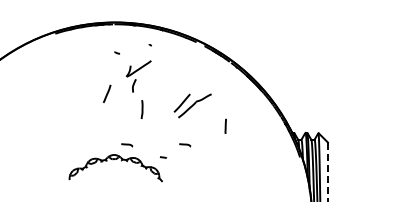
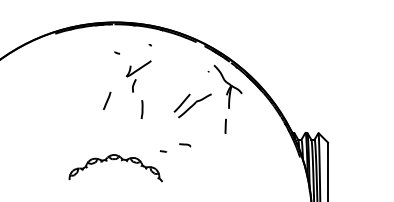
part at (224, 86): none -> present
line at (106, 93) position: (106, 93) -> (106, 100)
curve at (127, 145): present -> none
curve at (163, 157) position: (163, 157) -> (163, 151)
line at (327, 172): dashed -> solid
